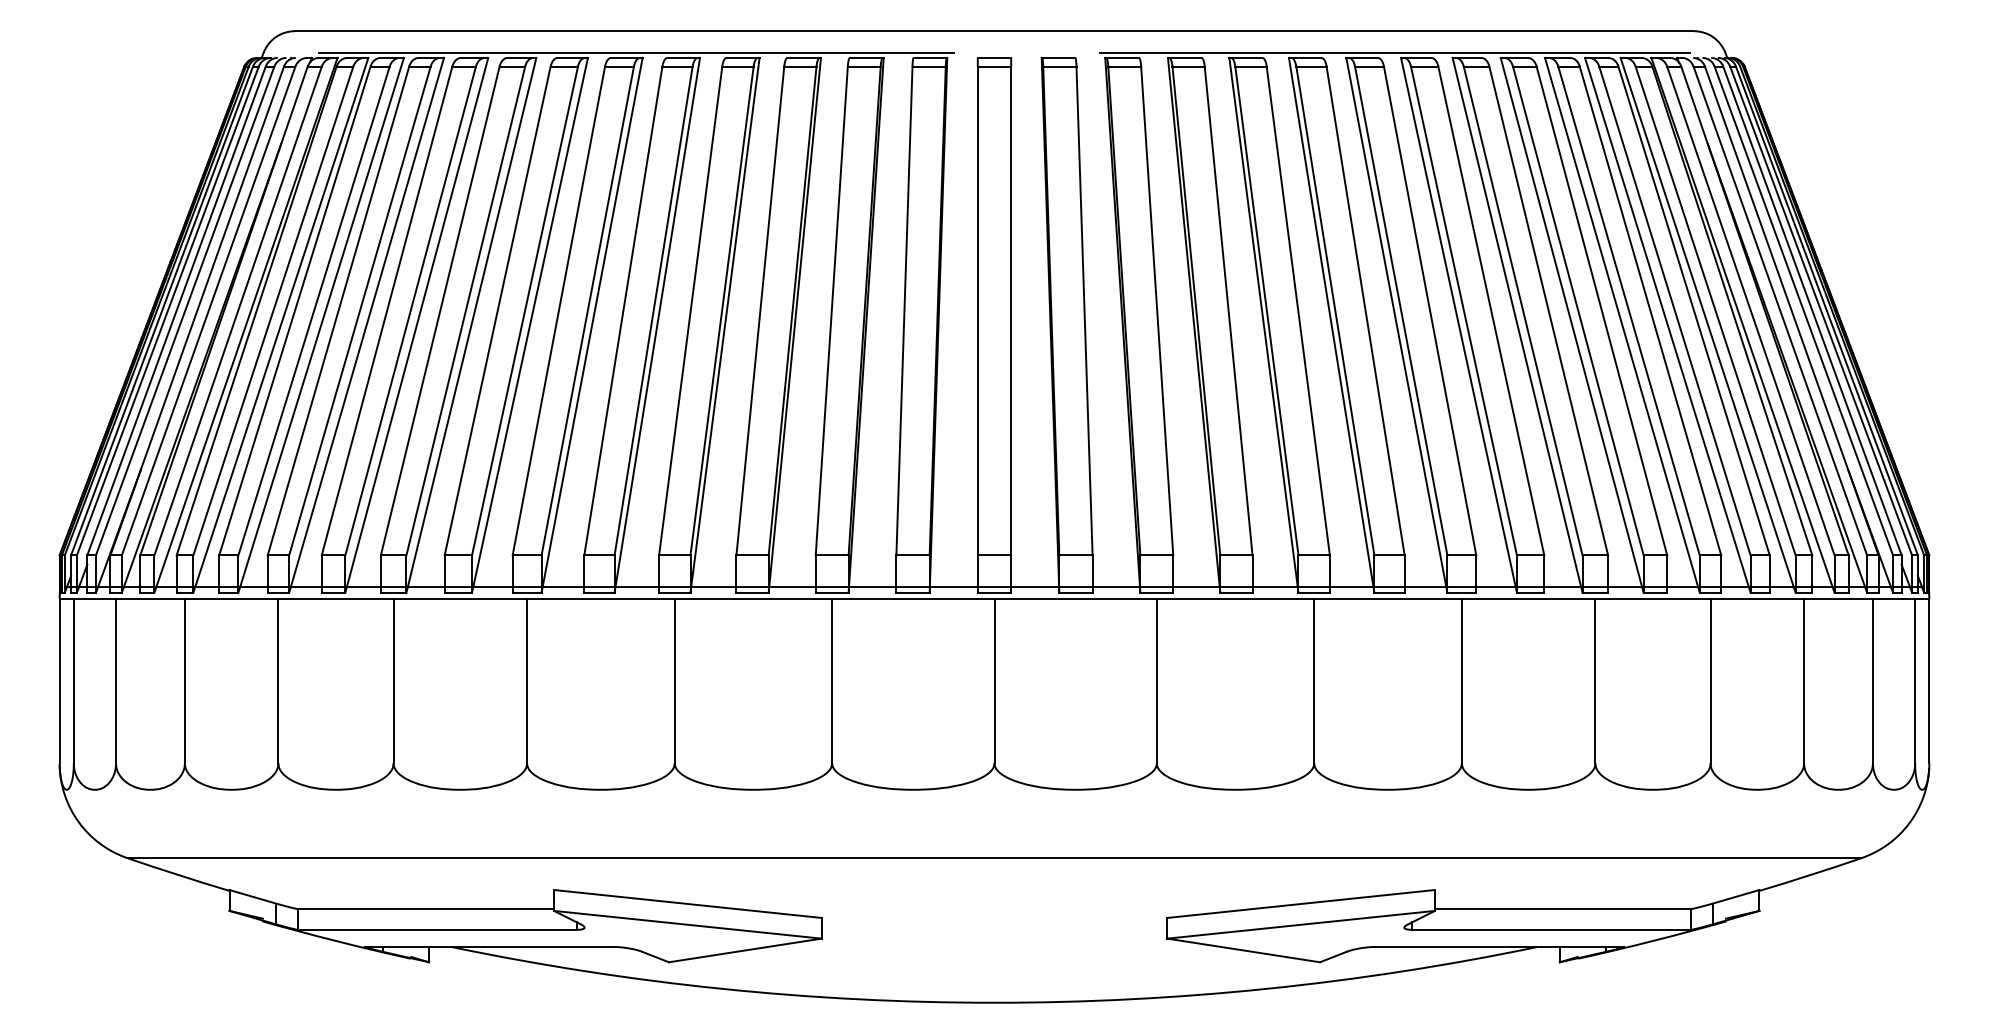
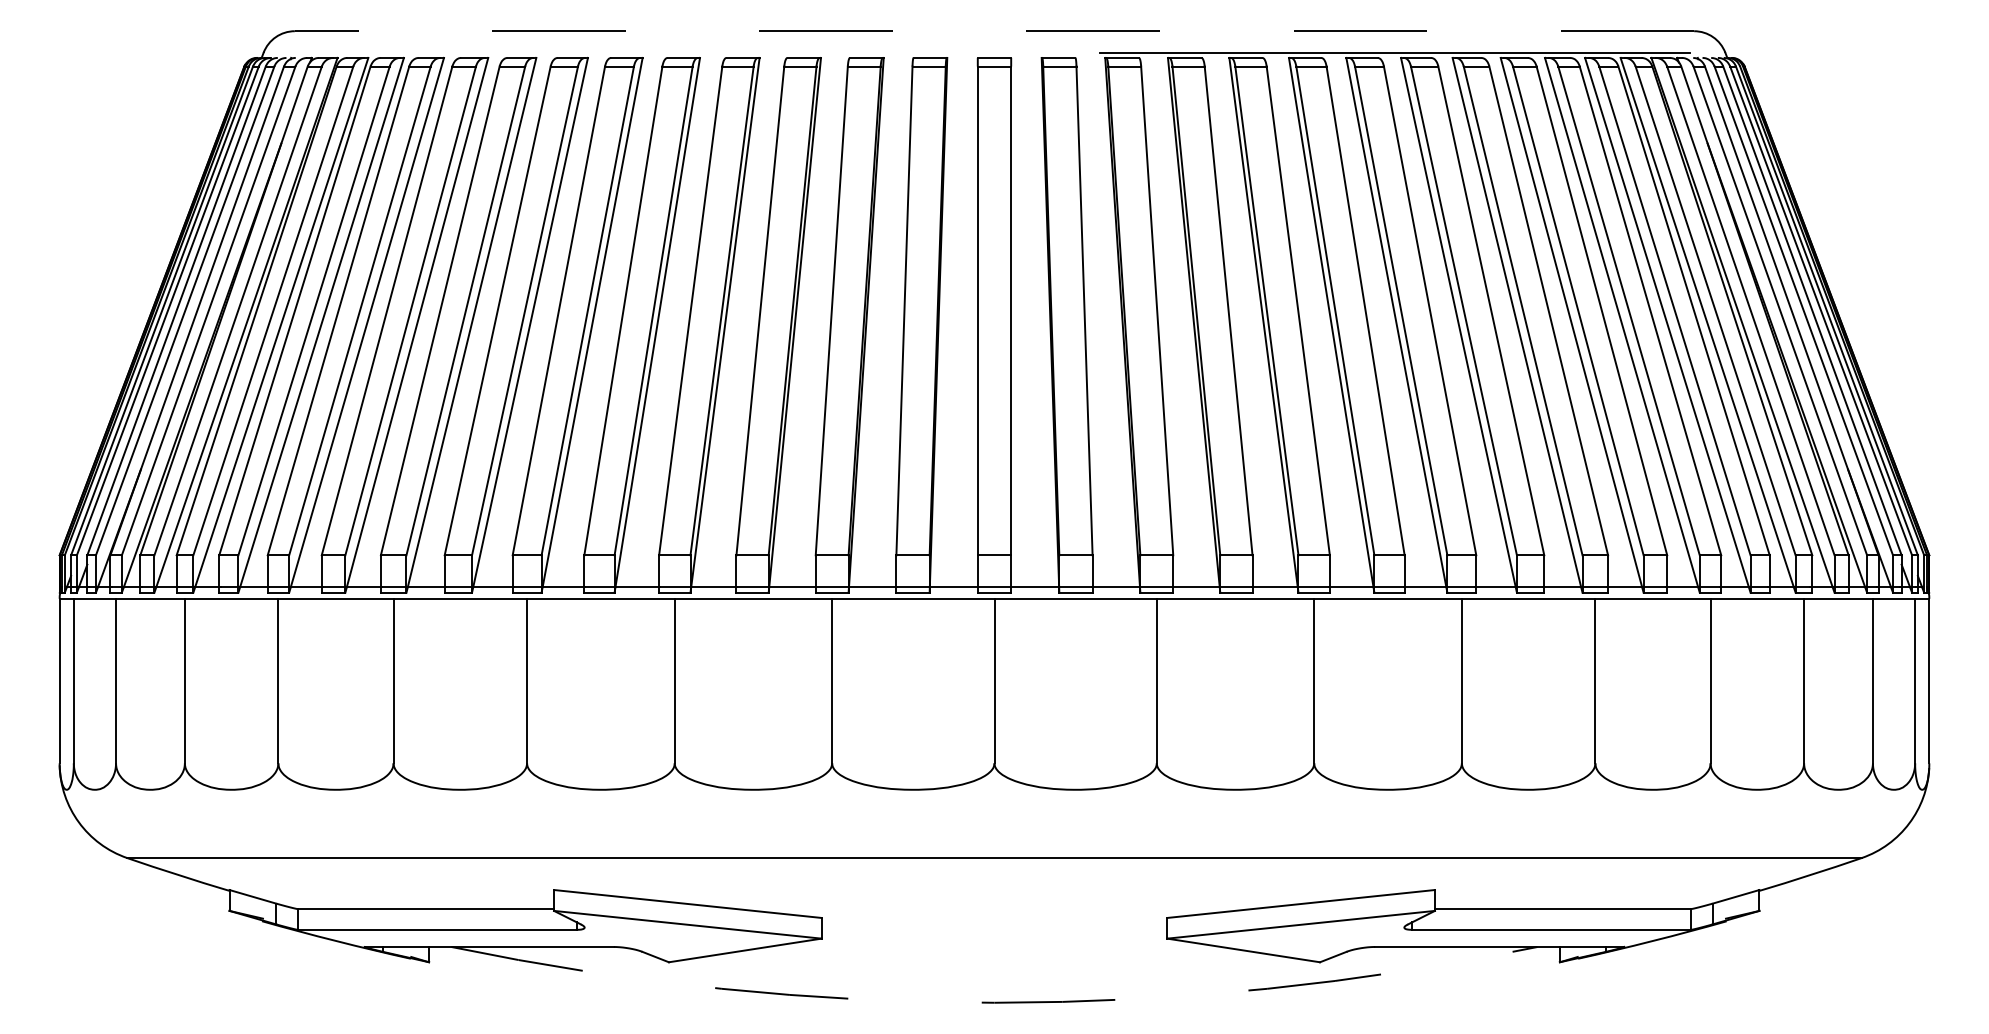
line at (994, 31): solid -> dashed
line at (636, 52): present -> none
arc at (994, 1002): solid -> dashed
